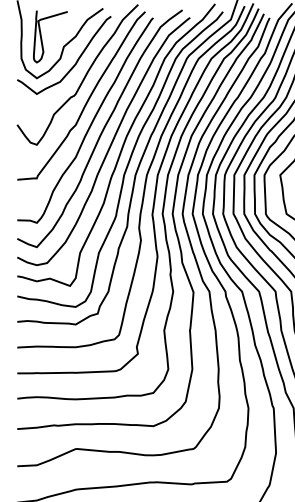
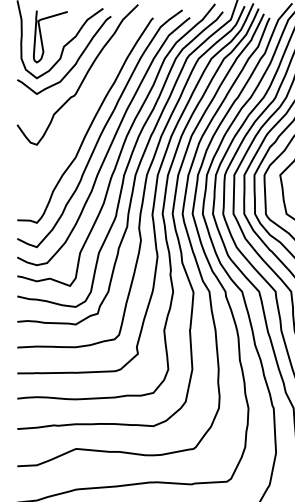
curve at (87, 99): present -> none
